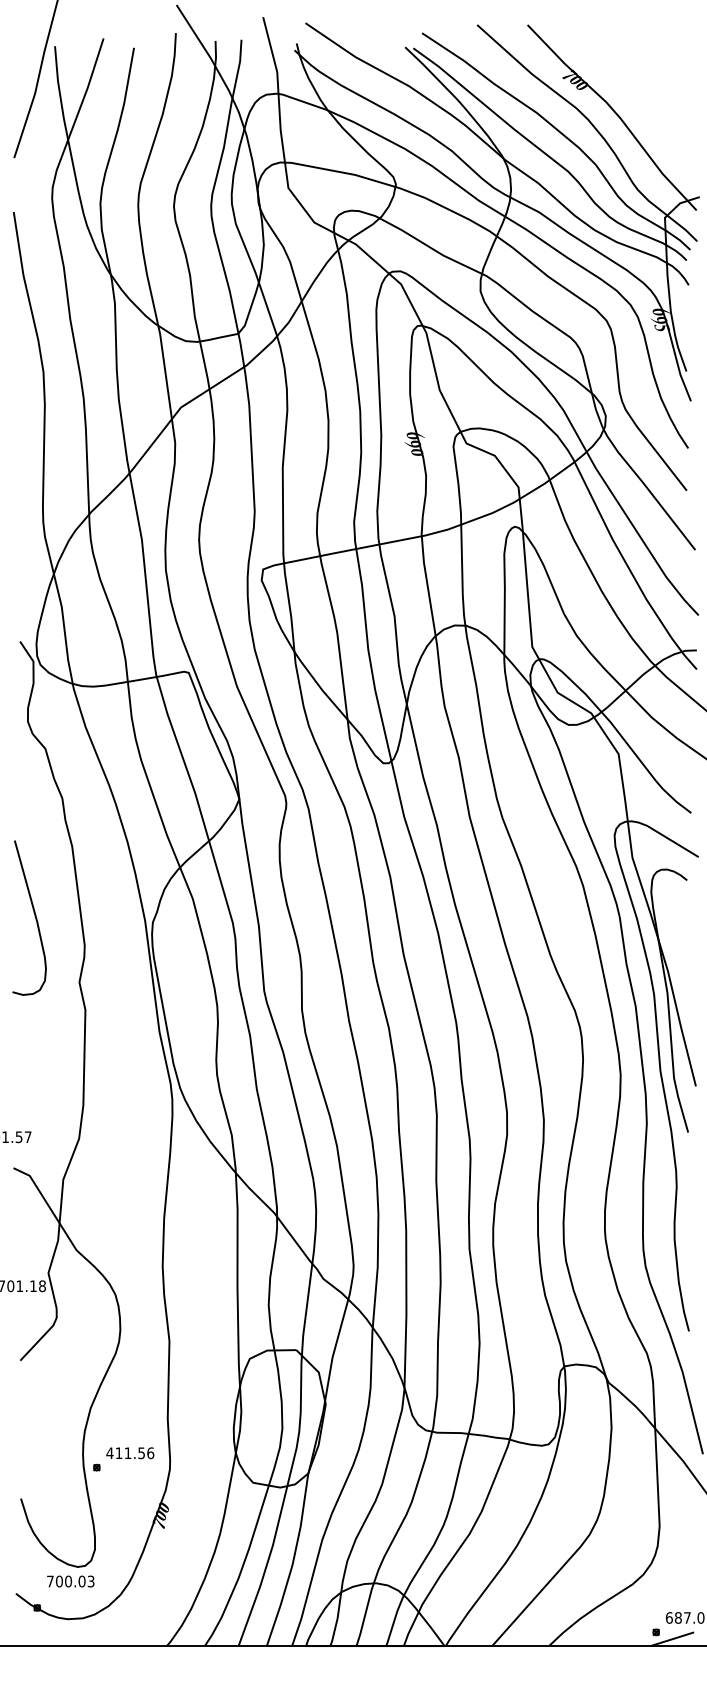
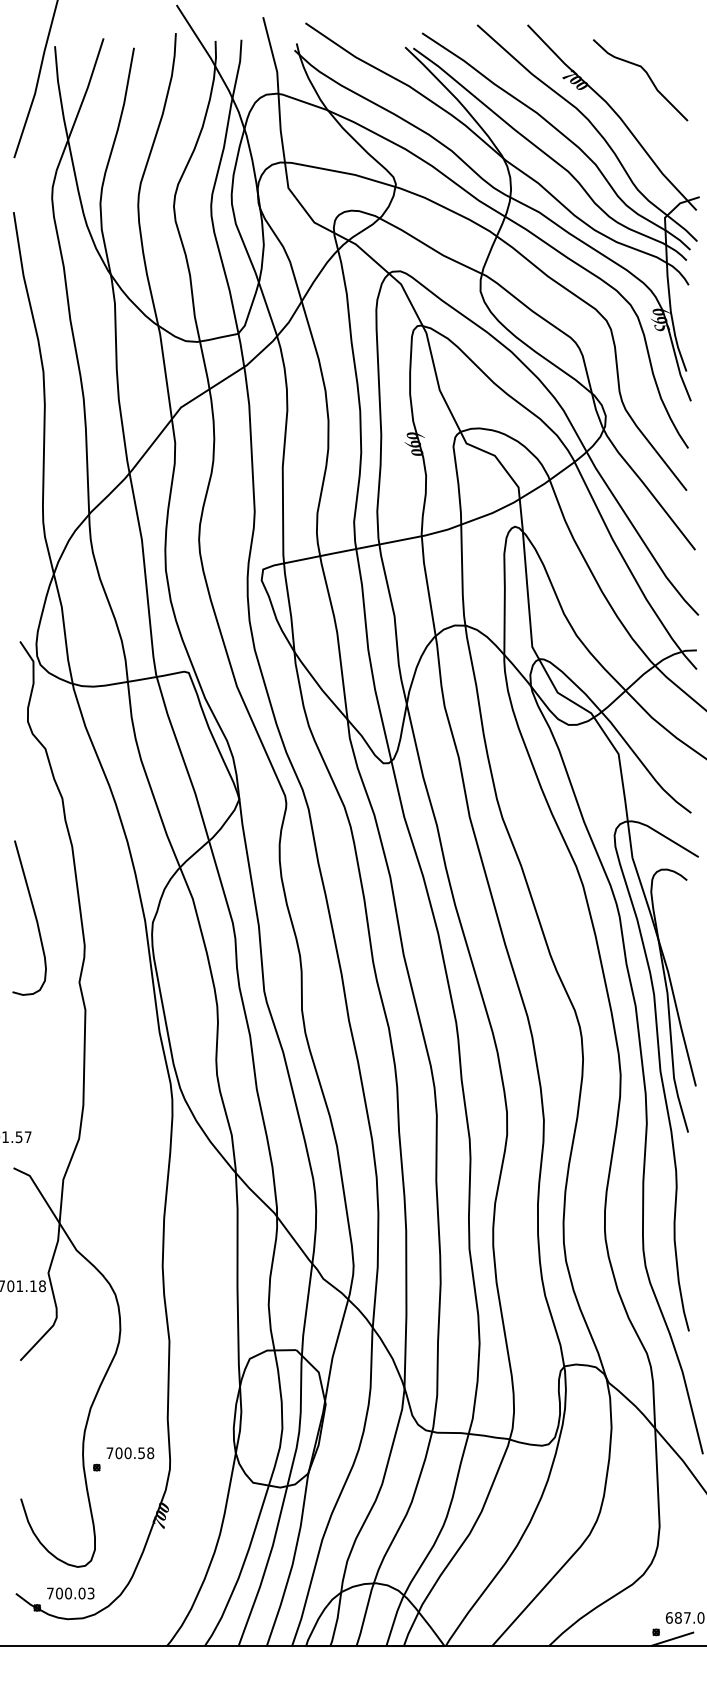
curve at (647, 76): none -> present
text at (130, 1453): 411.56 -> 700.58
text at (70, 1581) position: (70, 1581) -> (70, 1593)
